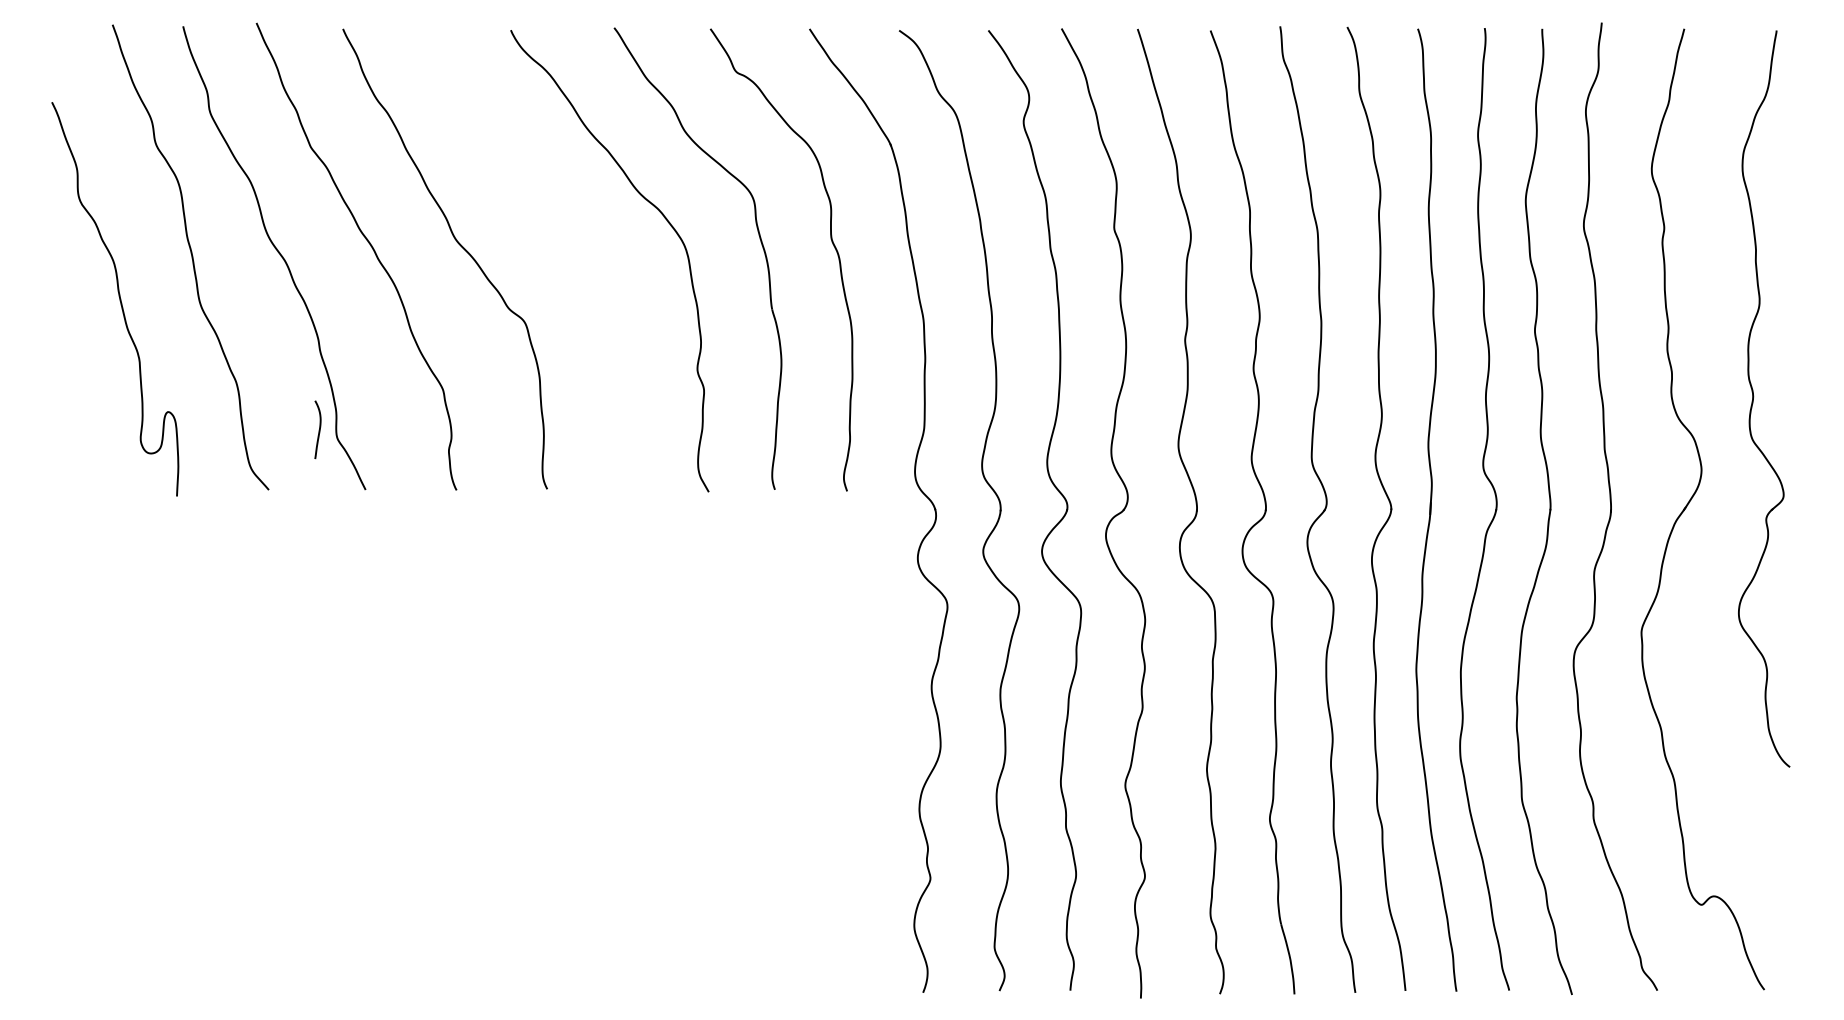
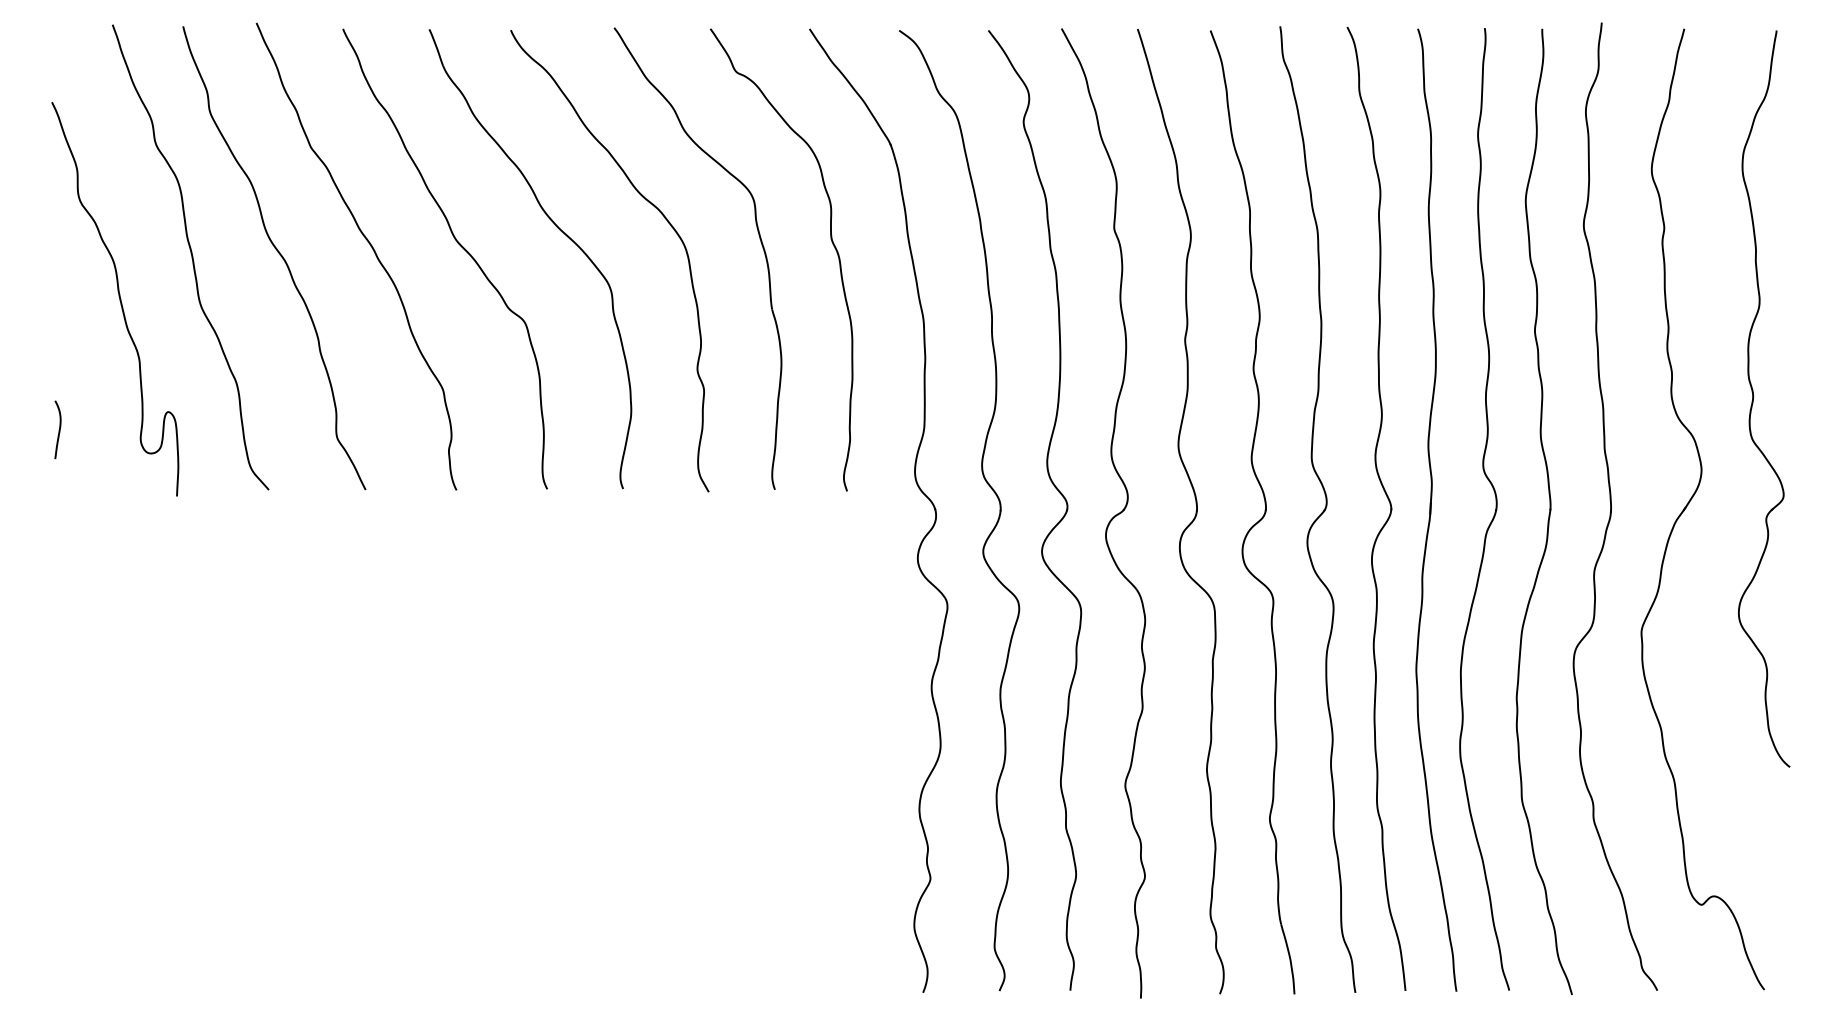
part at (559, 230): none -> present
curve at (318, 430) position: (318, 430) -> (58, 430)
